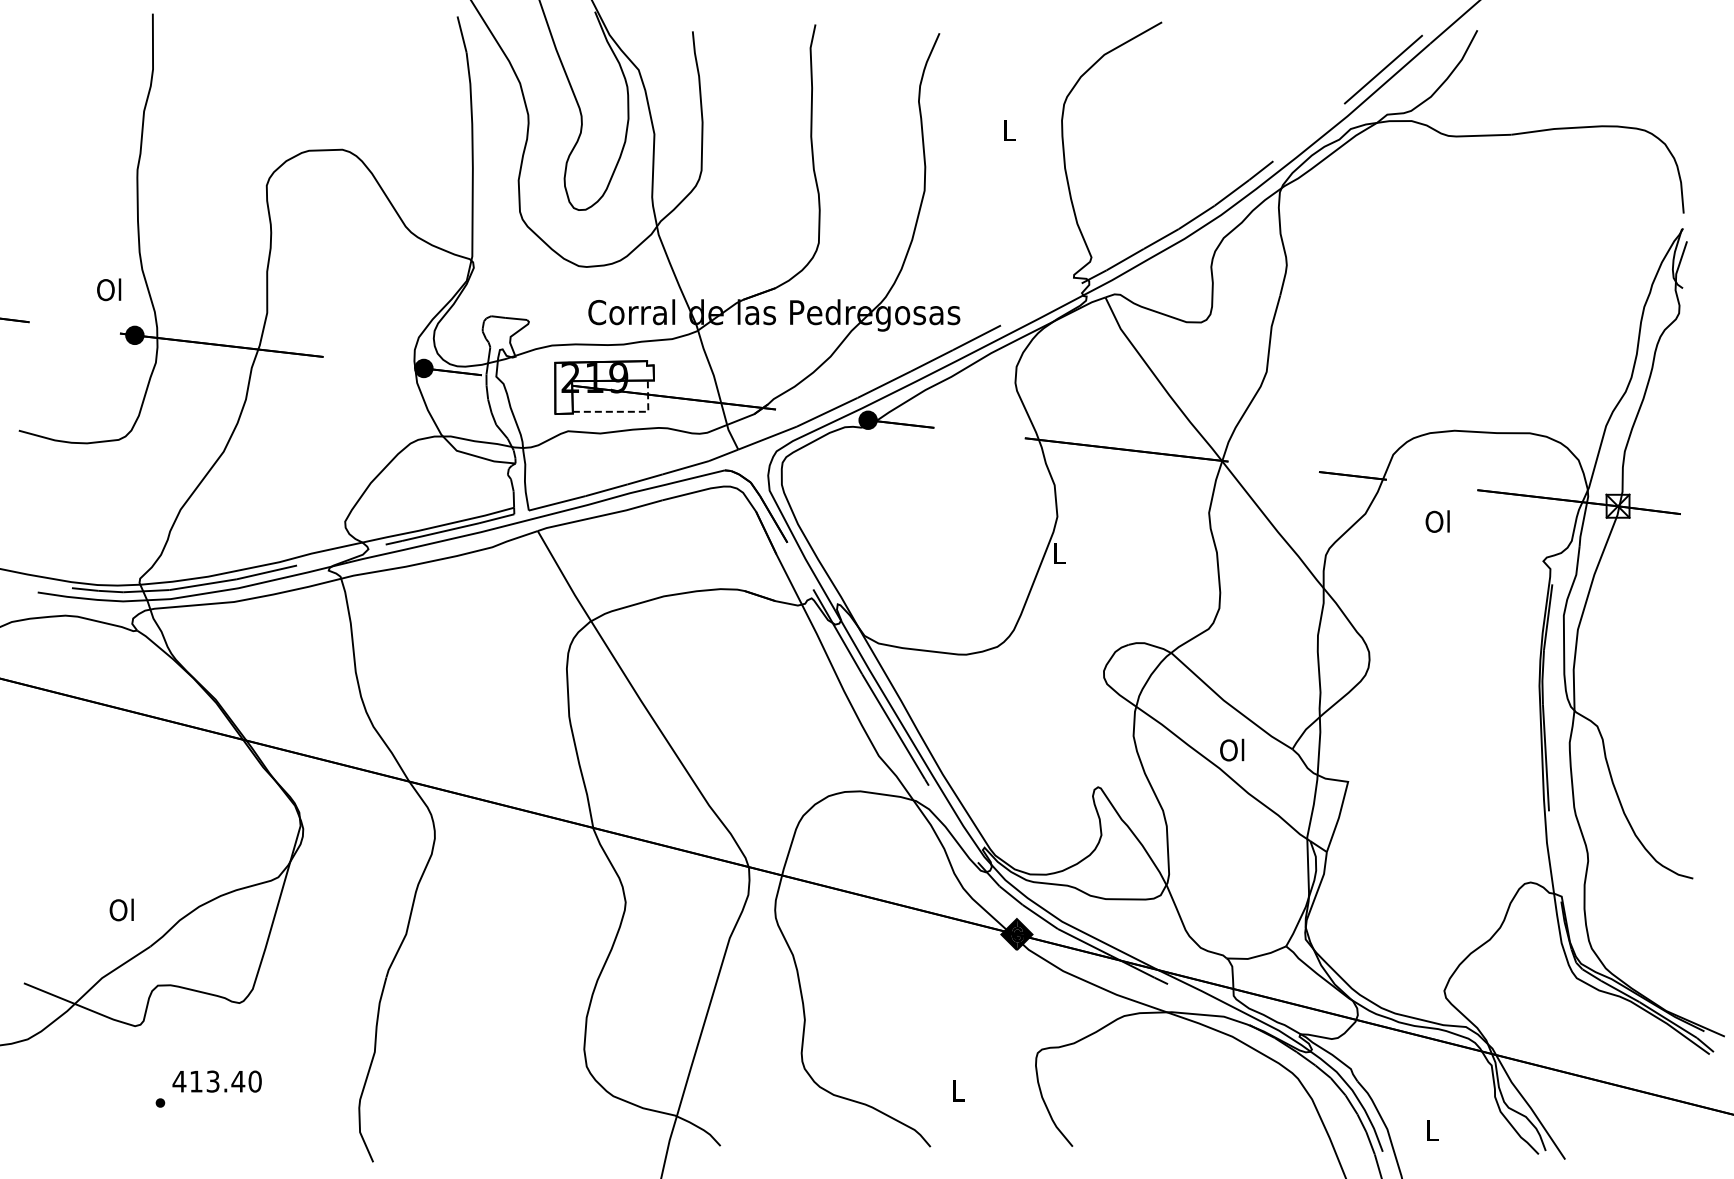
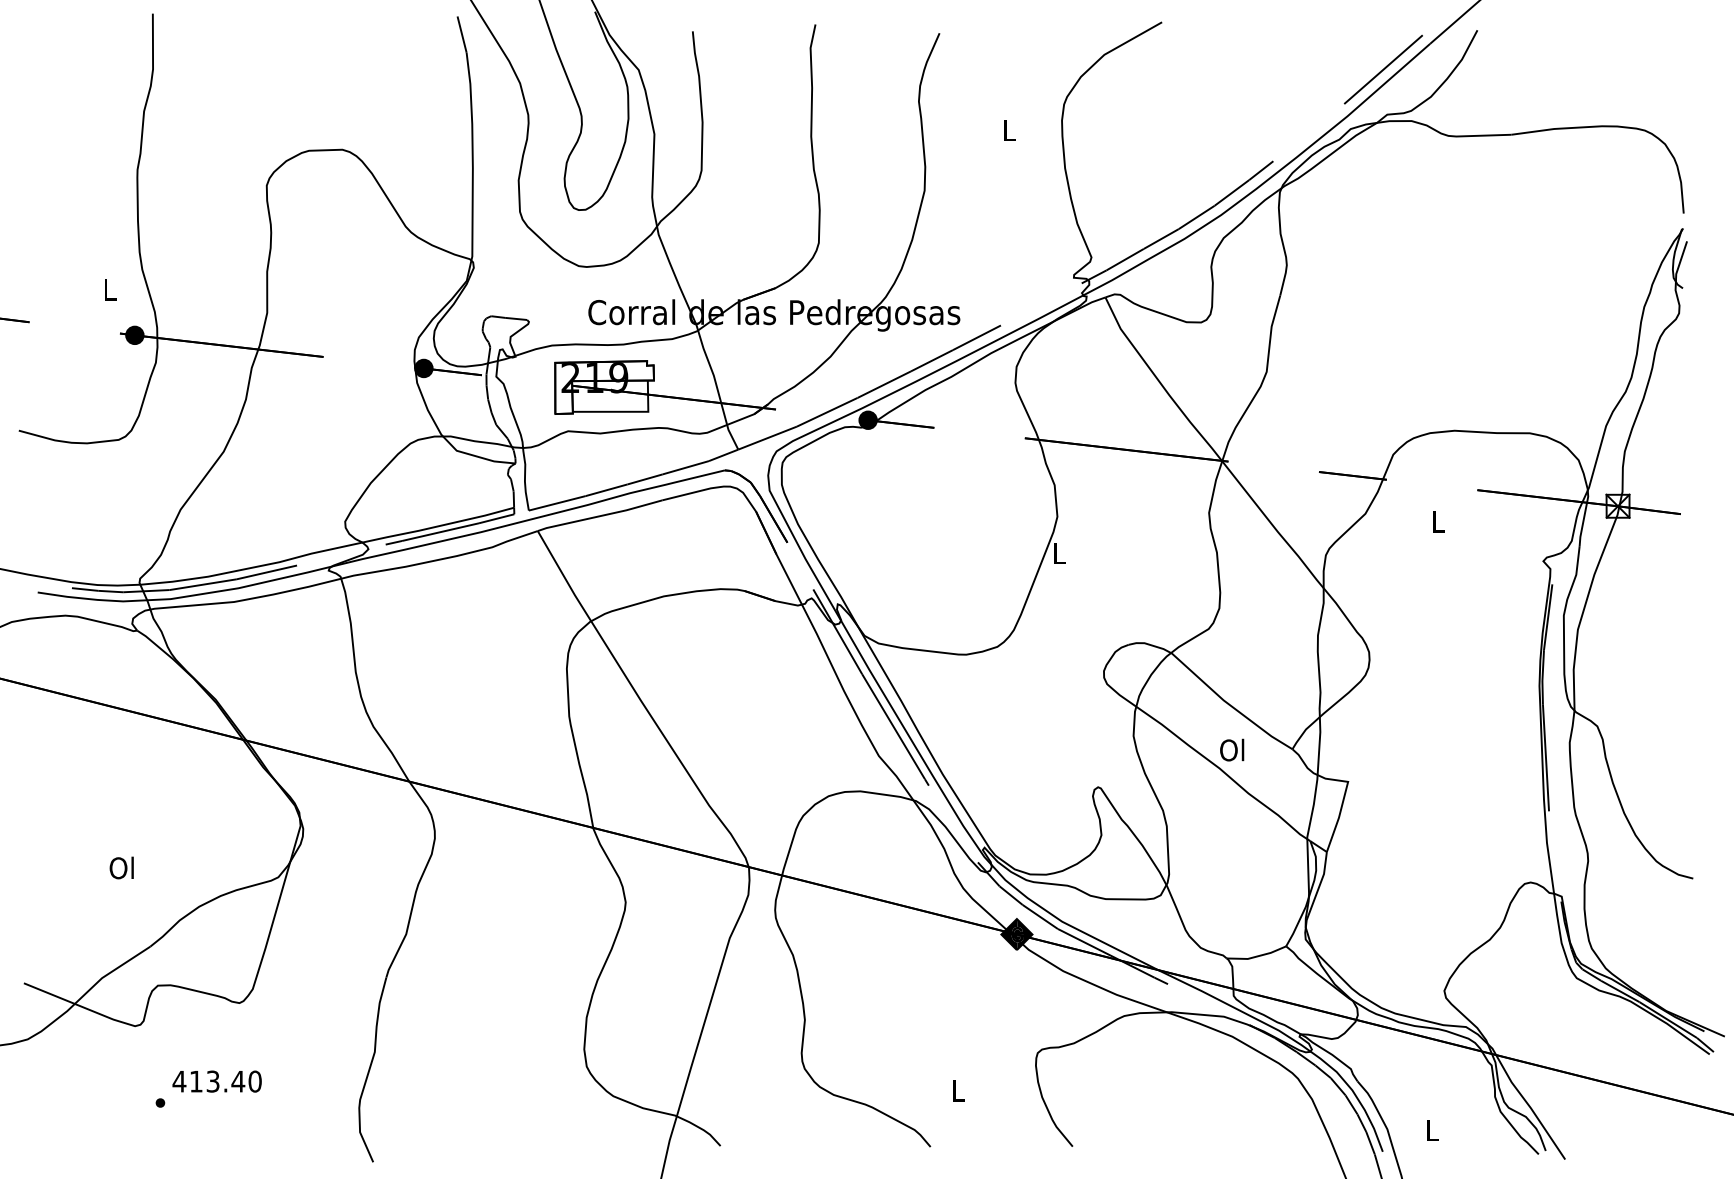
text at (109, 289): Ol -> L
line at (627, 411): dashed -> solid
text at (1437, 521): Ol -> L
text at (121, 909) position: (121, 909) -> (121, 867)
